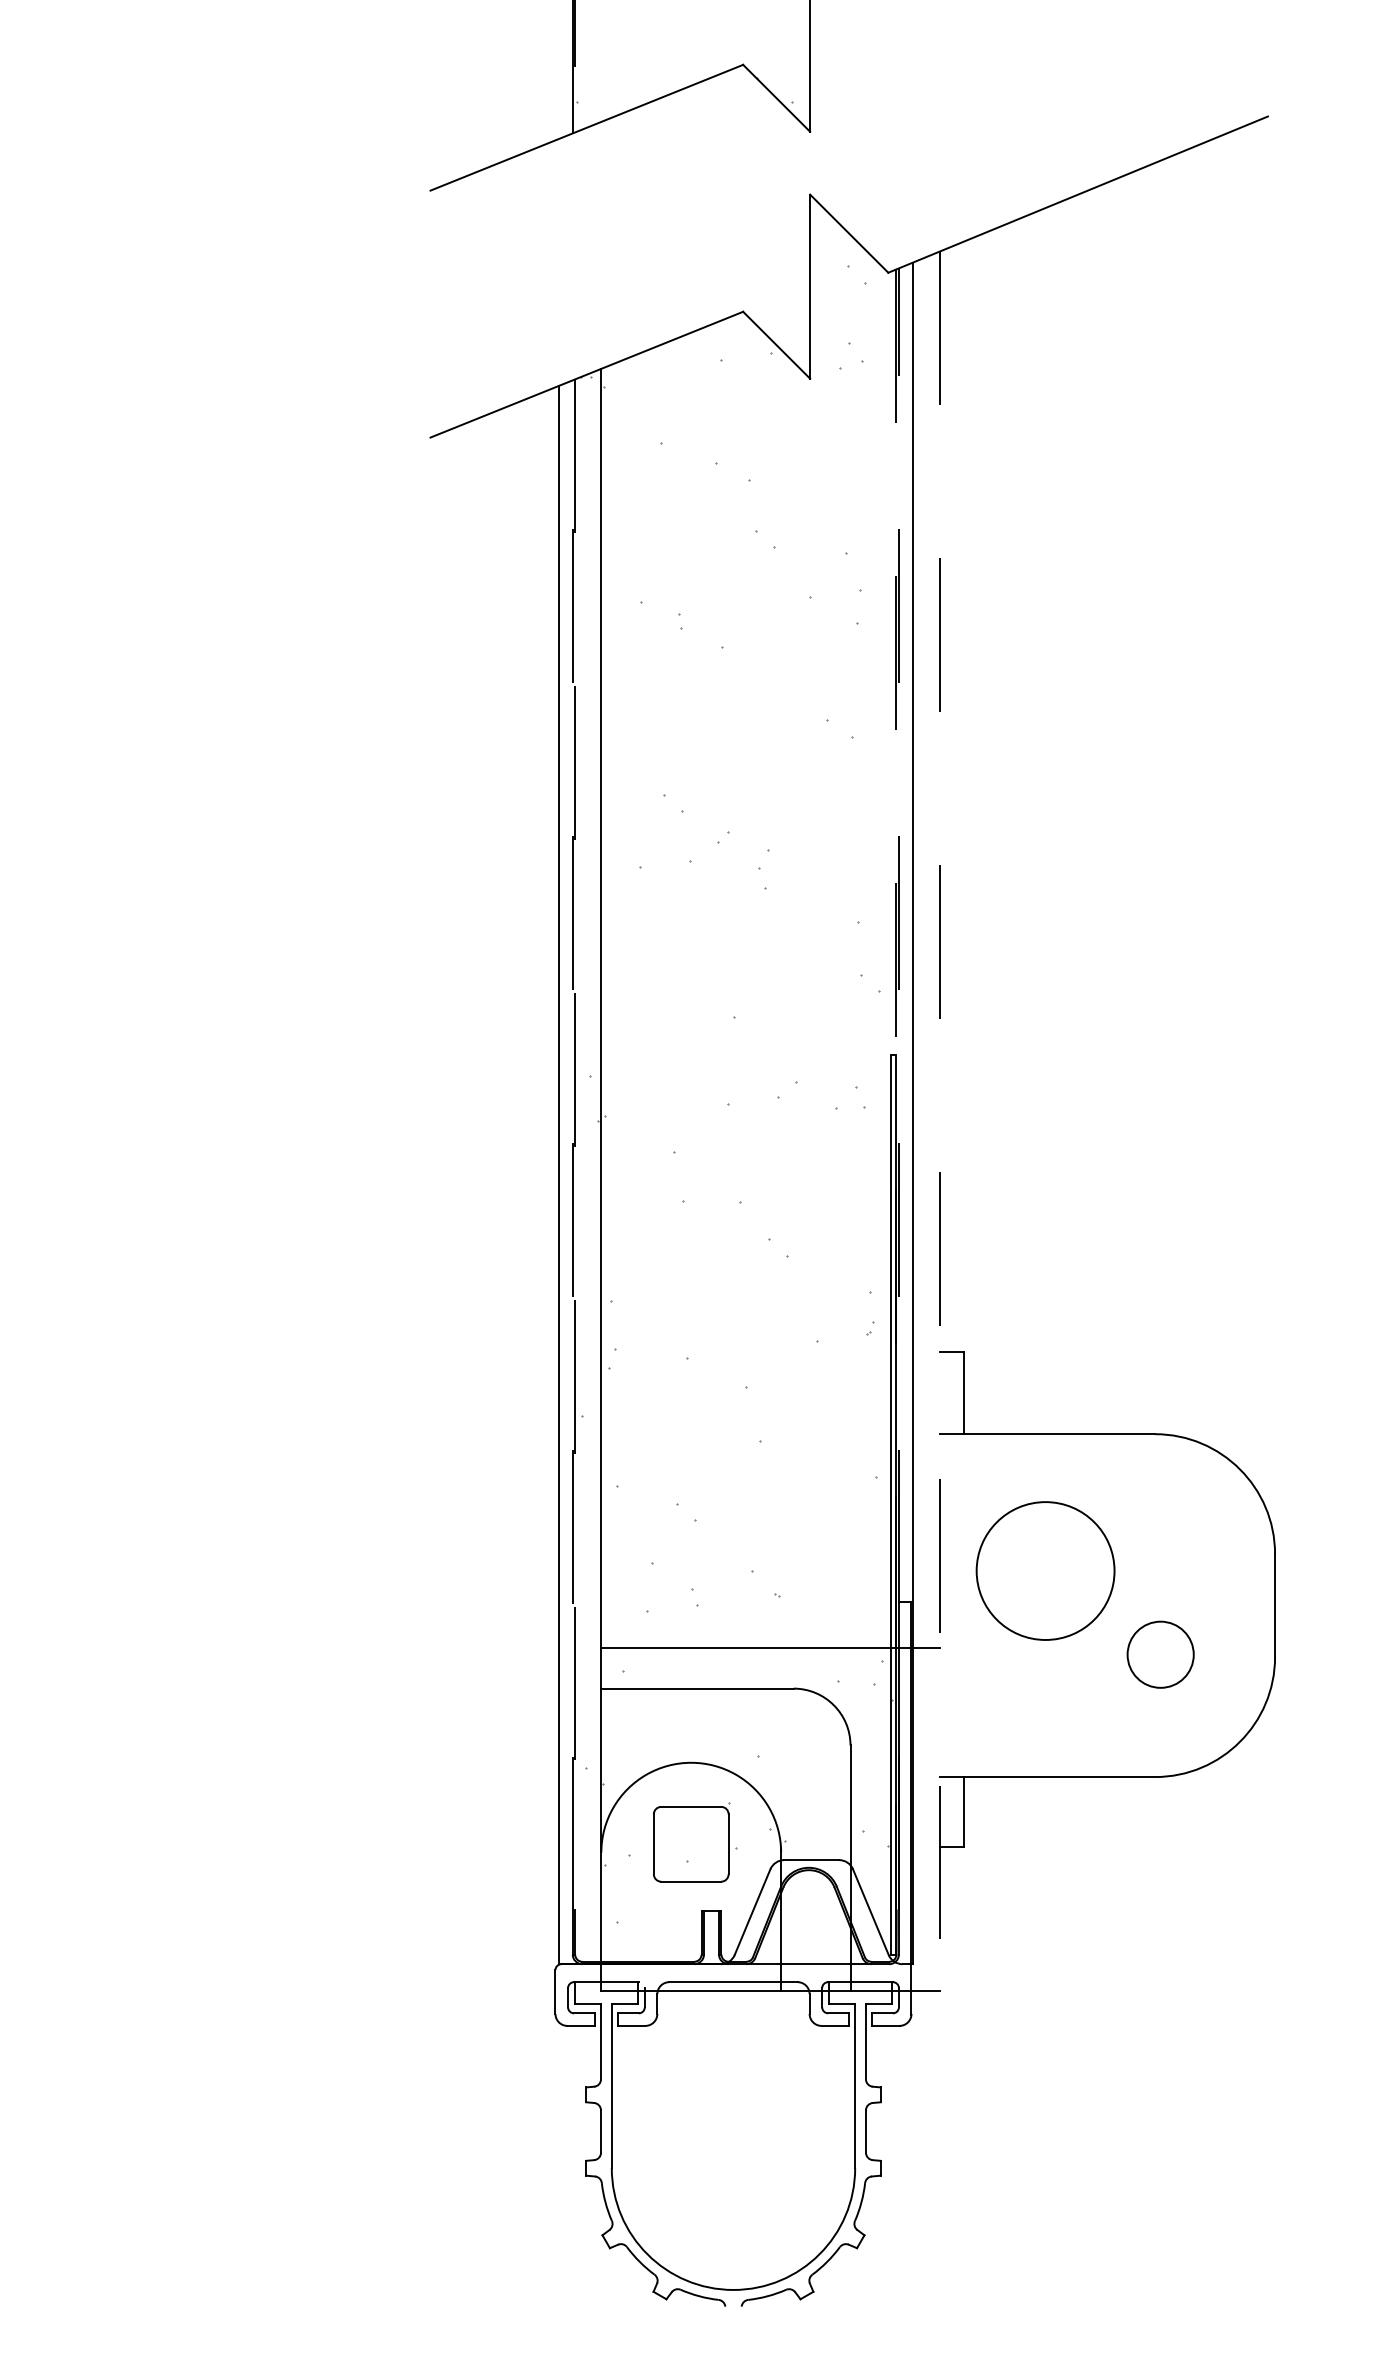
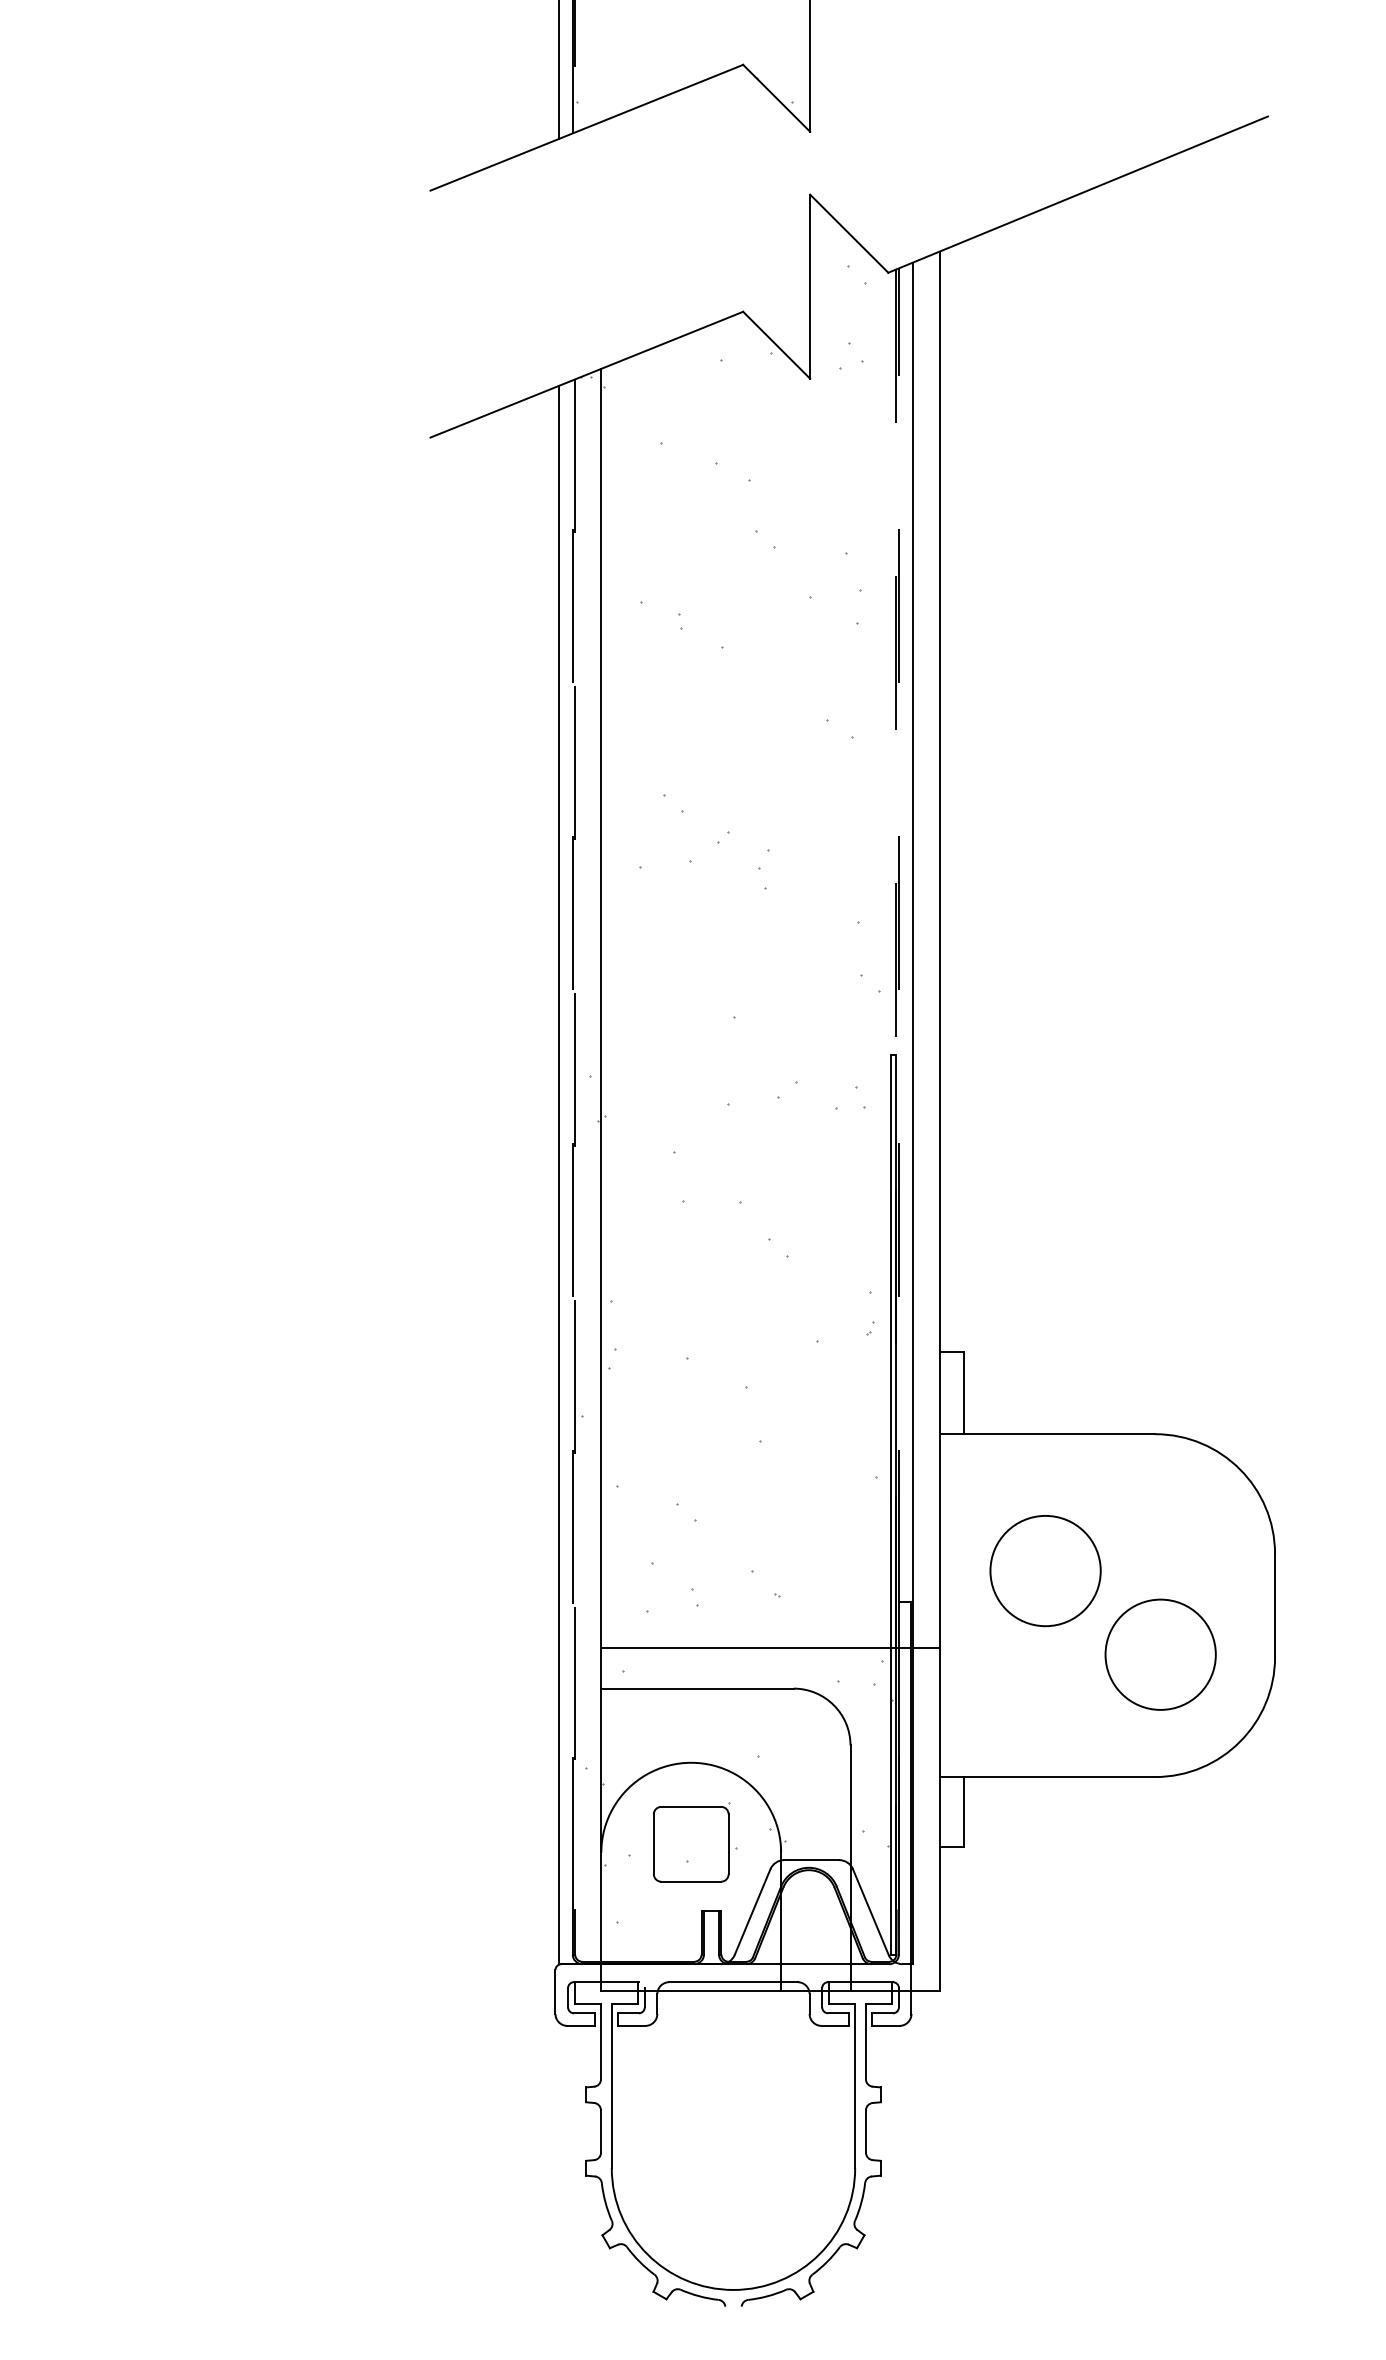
line at (558, 70): none -> present
line at (939, 1121): dashed -> solid
circle at (1045, 1570) diameter: 138 px -> 110 px
circle at (1160, 1654) diameter: 66 px -> 110 px
